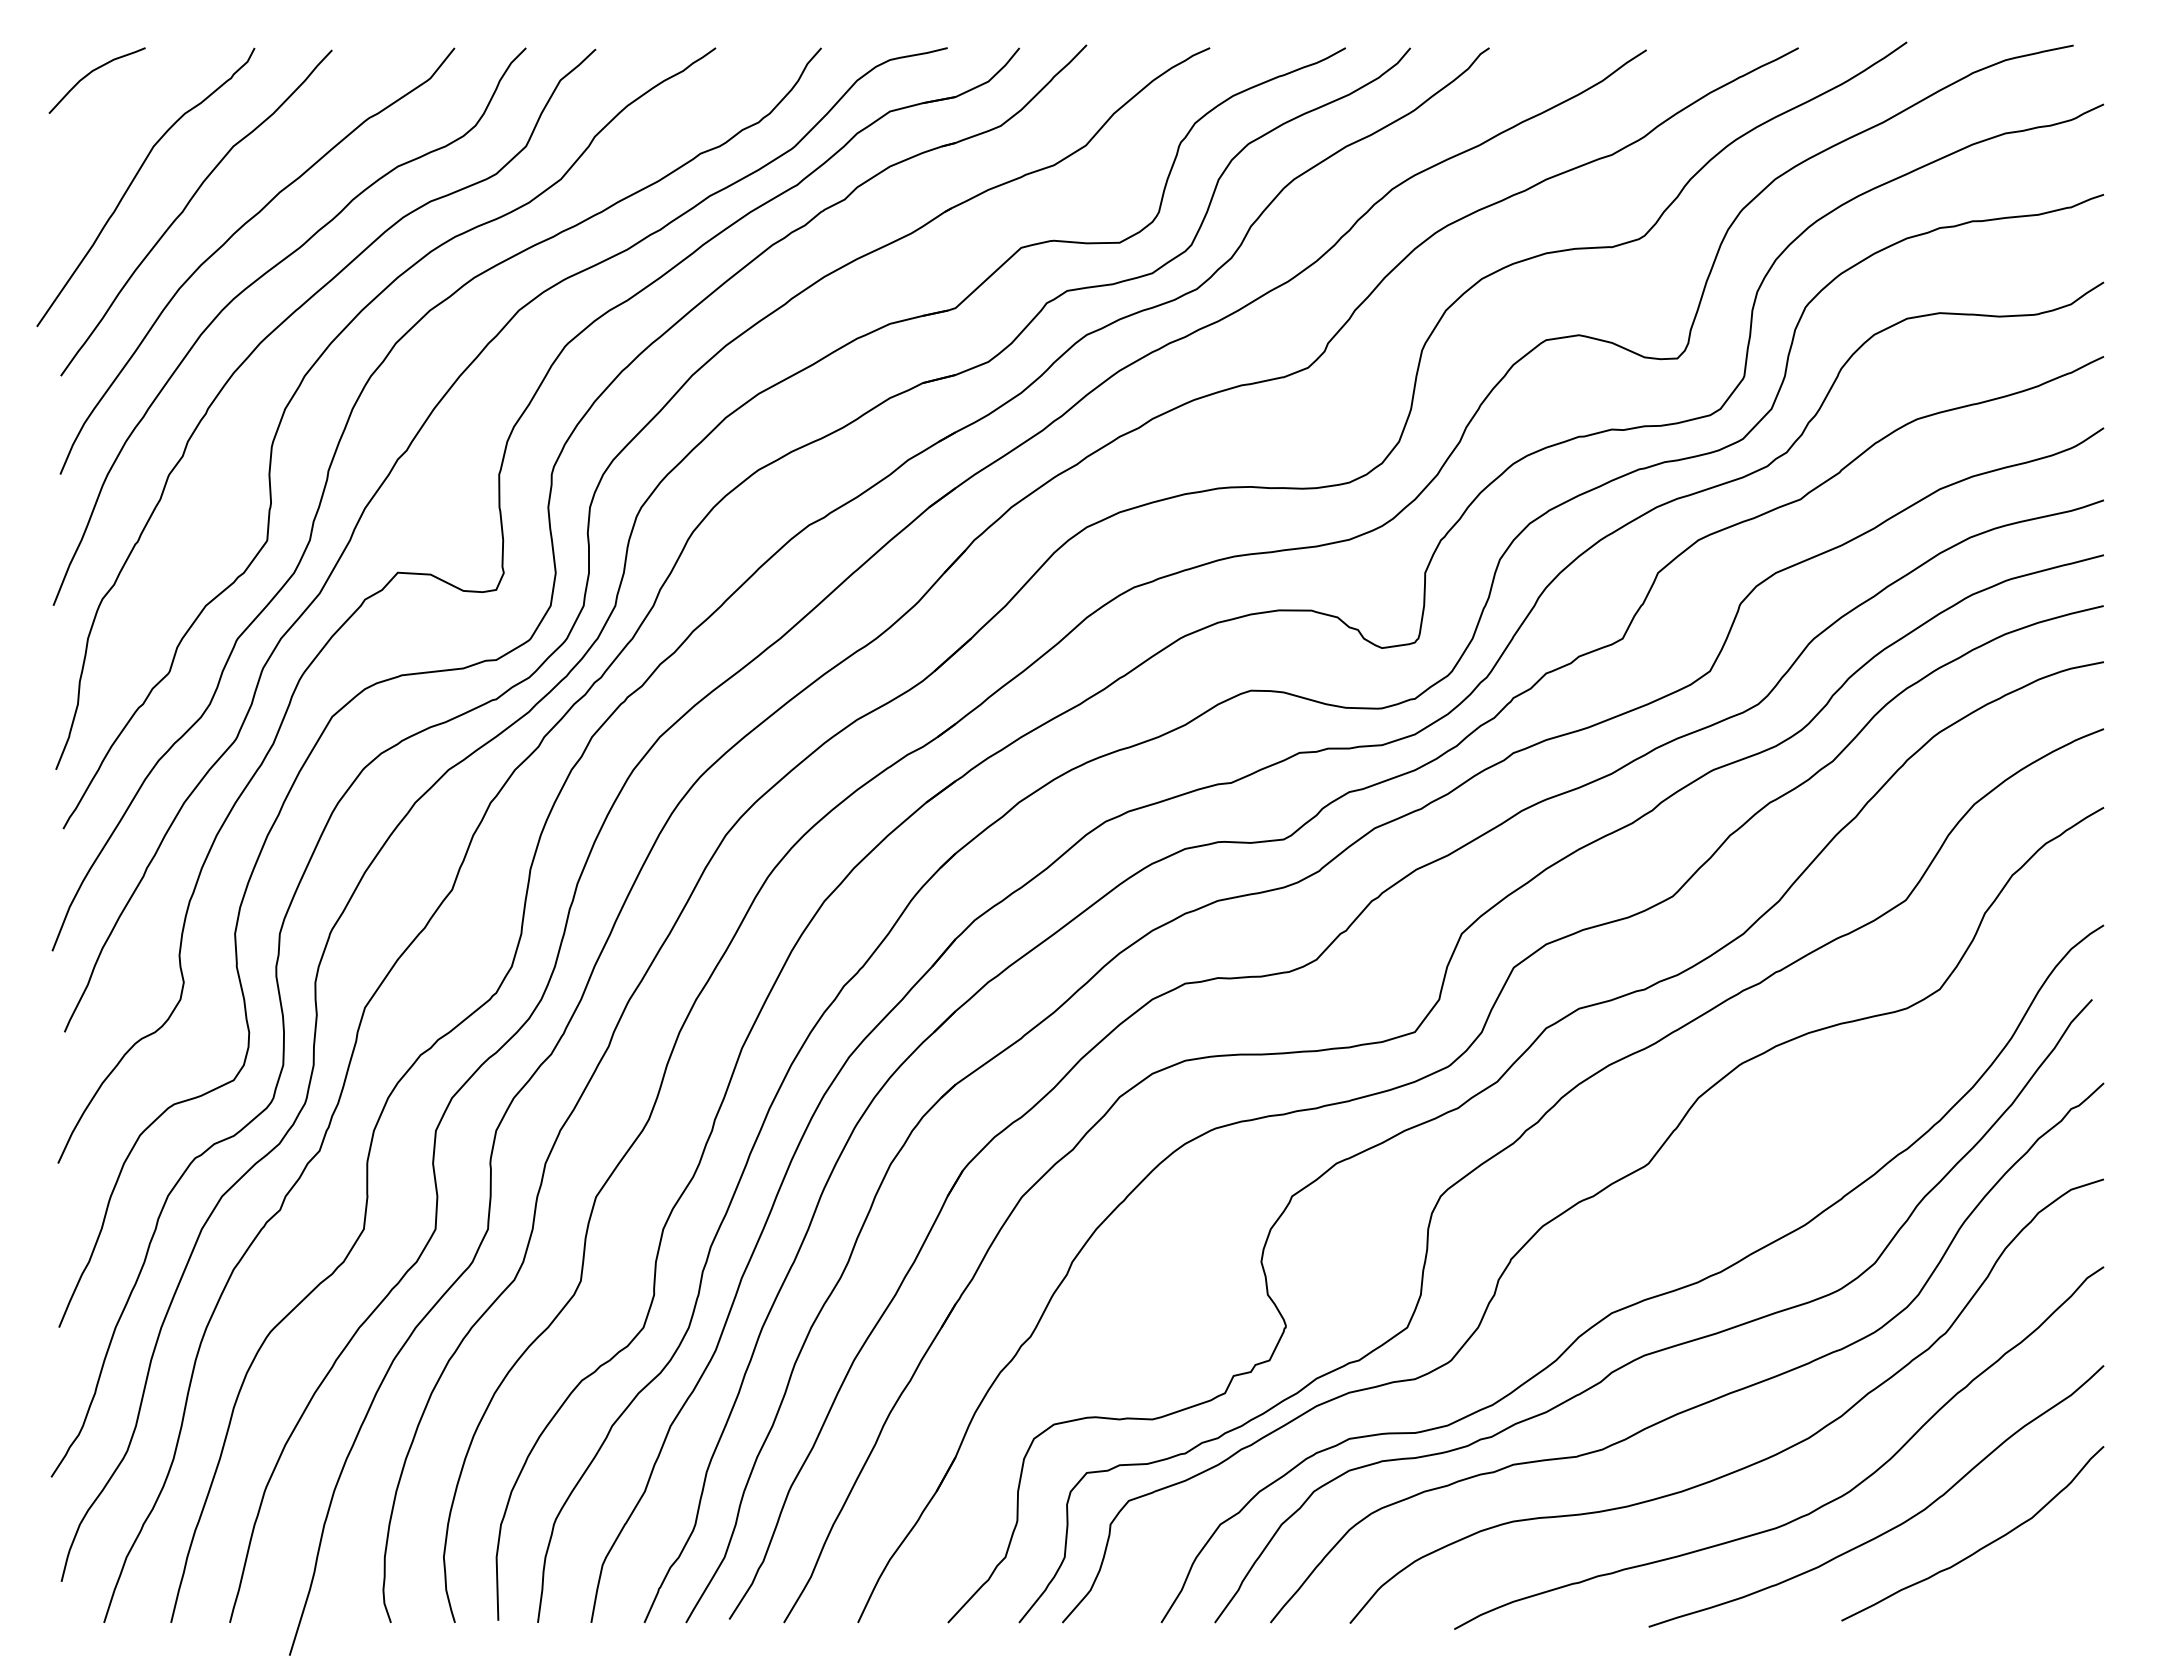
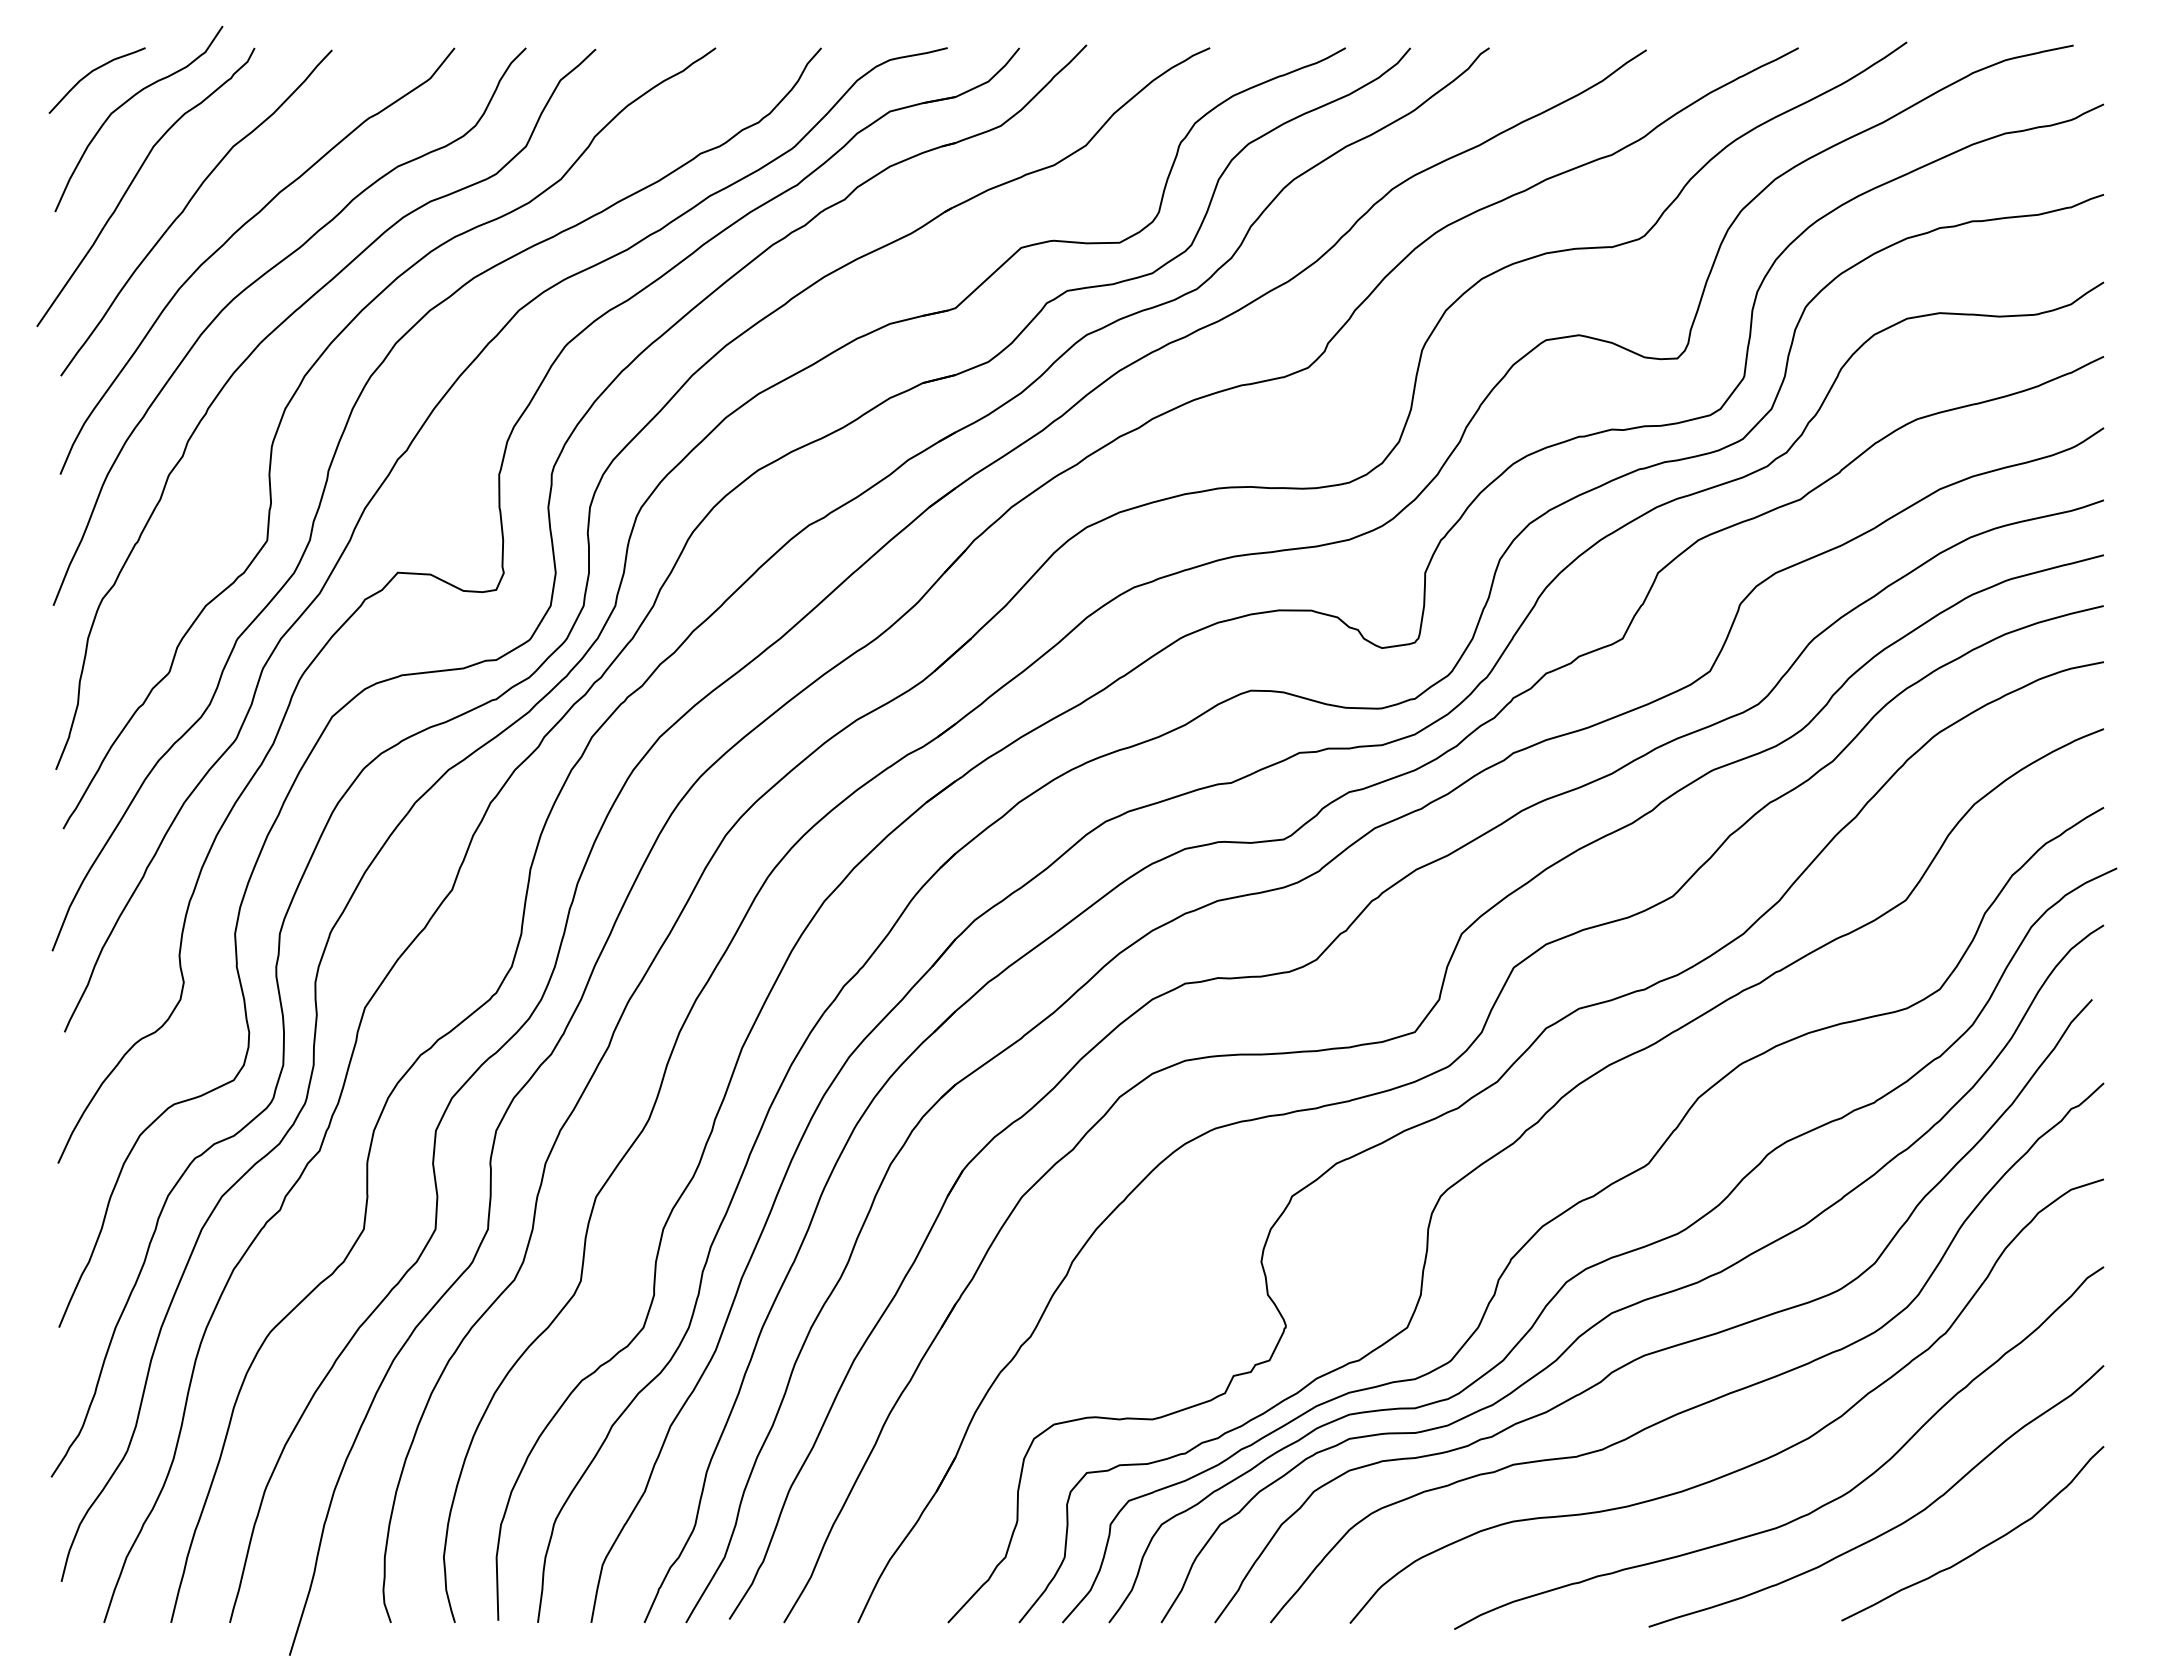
curve at (127, 102): none -> present
curve at (1614, 1255): none -> present
